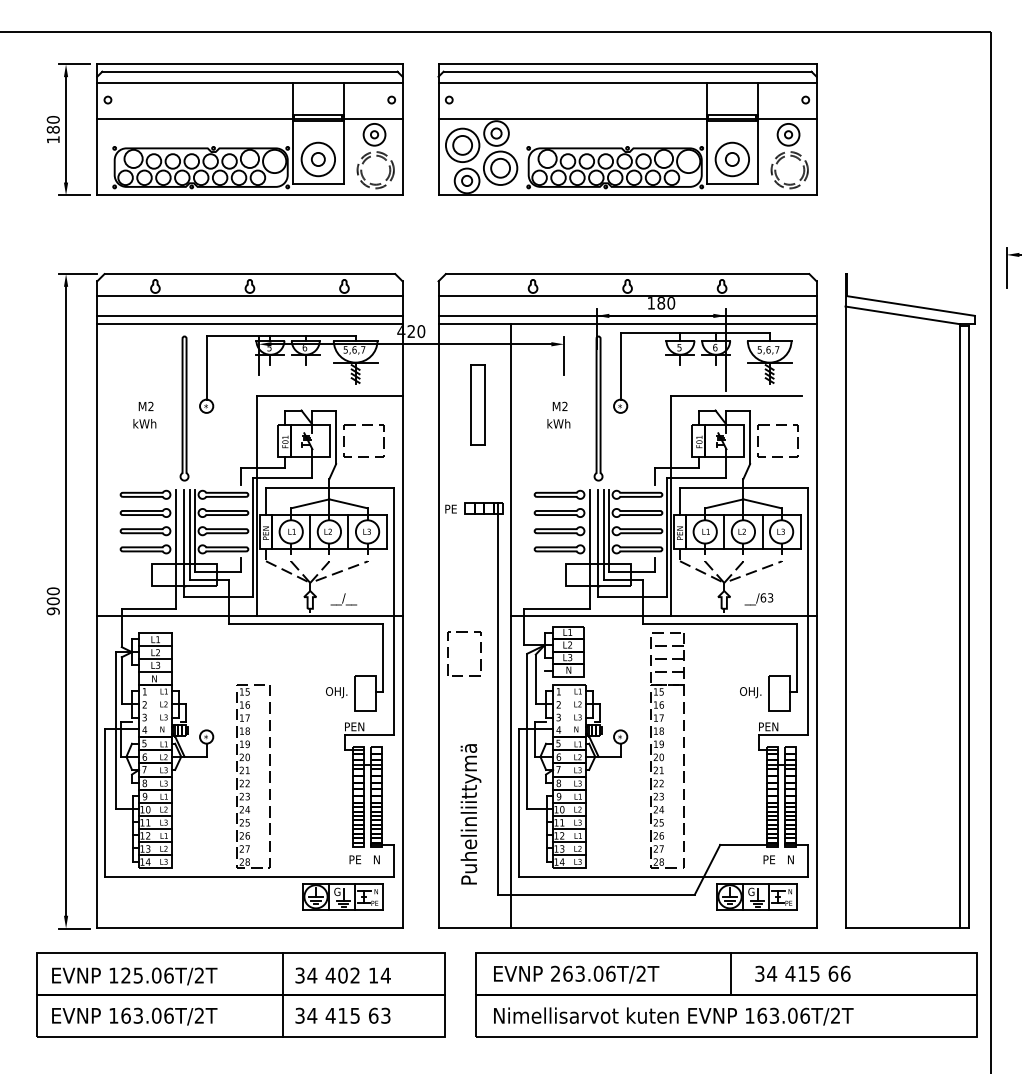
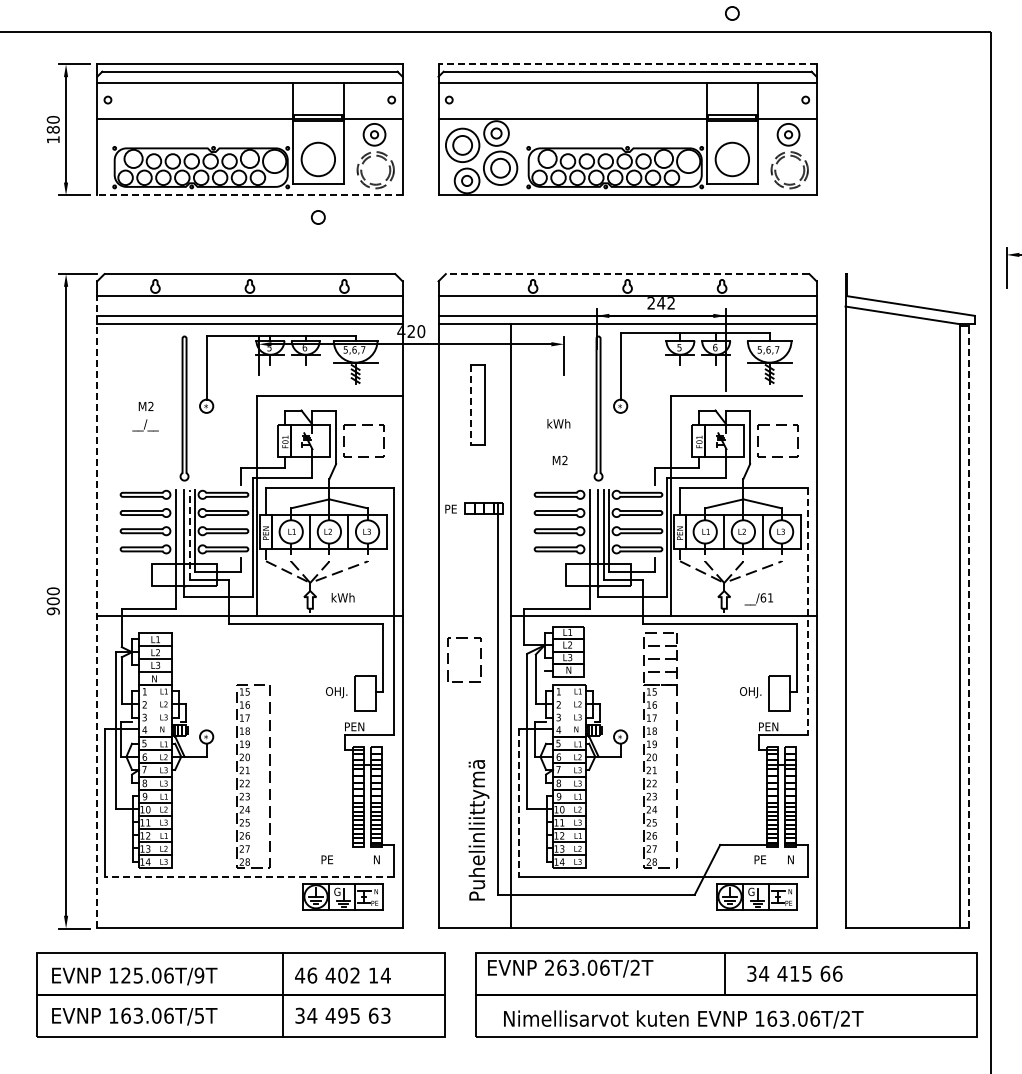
line at (627, 64): solid -> dashed
circle at (318, 159) position: (318, 159) -> (318, 217)
circle at (732, 159) position: (732, 159) -> (732, 13)
line at (249, 195): solid -> dashed
line at (627, 274): solid -> dashed
text at (661, 303): 180 -> 242
line at (470, 404): solid -> dashed
text at (559, 405) position: (559, 405) -> (559, 459)
text at (145, 425): kWh -> __/__
line at (189, 534): solid -> dashed
text at (770, 597): __/63 -> __/61
text at (343, 599): __/__ -> kWh
line at (97, 611): solid -> dashed
line at (807, 611): solid -> dashed
line at (969, 626): solid -> dashed
part at (448, 653) position: (448, 653) -> (448, 659)
part at (667, 750) position: (667, 750) -> (660, 750)
line at (518, 803): solid -> dashed
text at (470, 814) position: (470, 814) -> (478, 830)
text at (355, 859) position: (355, 859) -> (327, 859)
text at (769, 859) position: (769, 859) -> (760, 859)
line at (249, 876): solid -> dashed
text at (802, 973) position: (802, 973) -> (794, 973)
text at (576, 974) position: (576, 974) -> (570, 968)
line at (730, 974) position: (730, 974) -> (724, 974)
text at (199, 975): 125.06T/2T -> 125.06T/9T
text at (306, 975): 34 -> 46
text at (199, 1015): 163.06T/2T -> 163.06T/5T
text at (342, 1015): 415 -> 495
text at (673, 1016) position: (673, 1016) -> (683, 1019)
